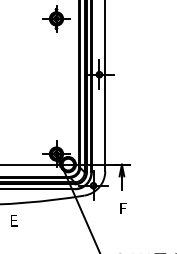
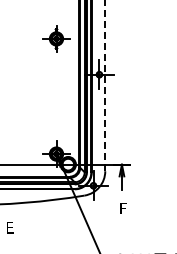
part at (56, 18) position: (56, 18) -> (56, 38)
line at (105, 85): solid -> dashed
text at (14, 220) position: (14, 220) -> (10, 227)
